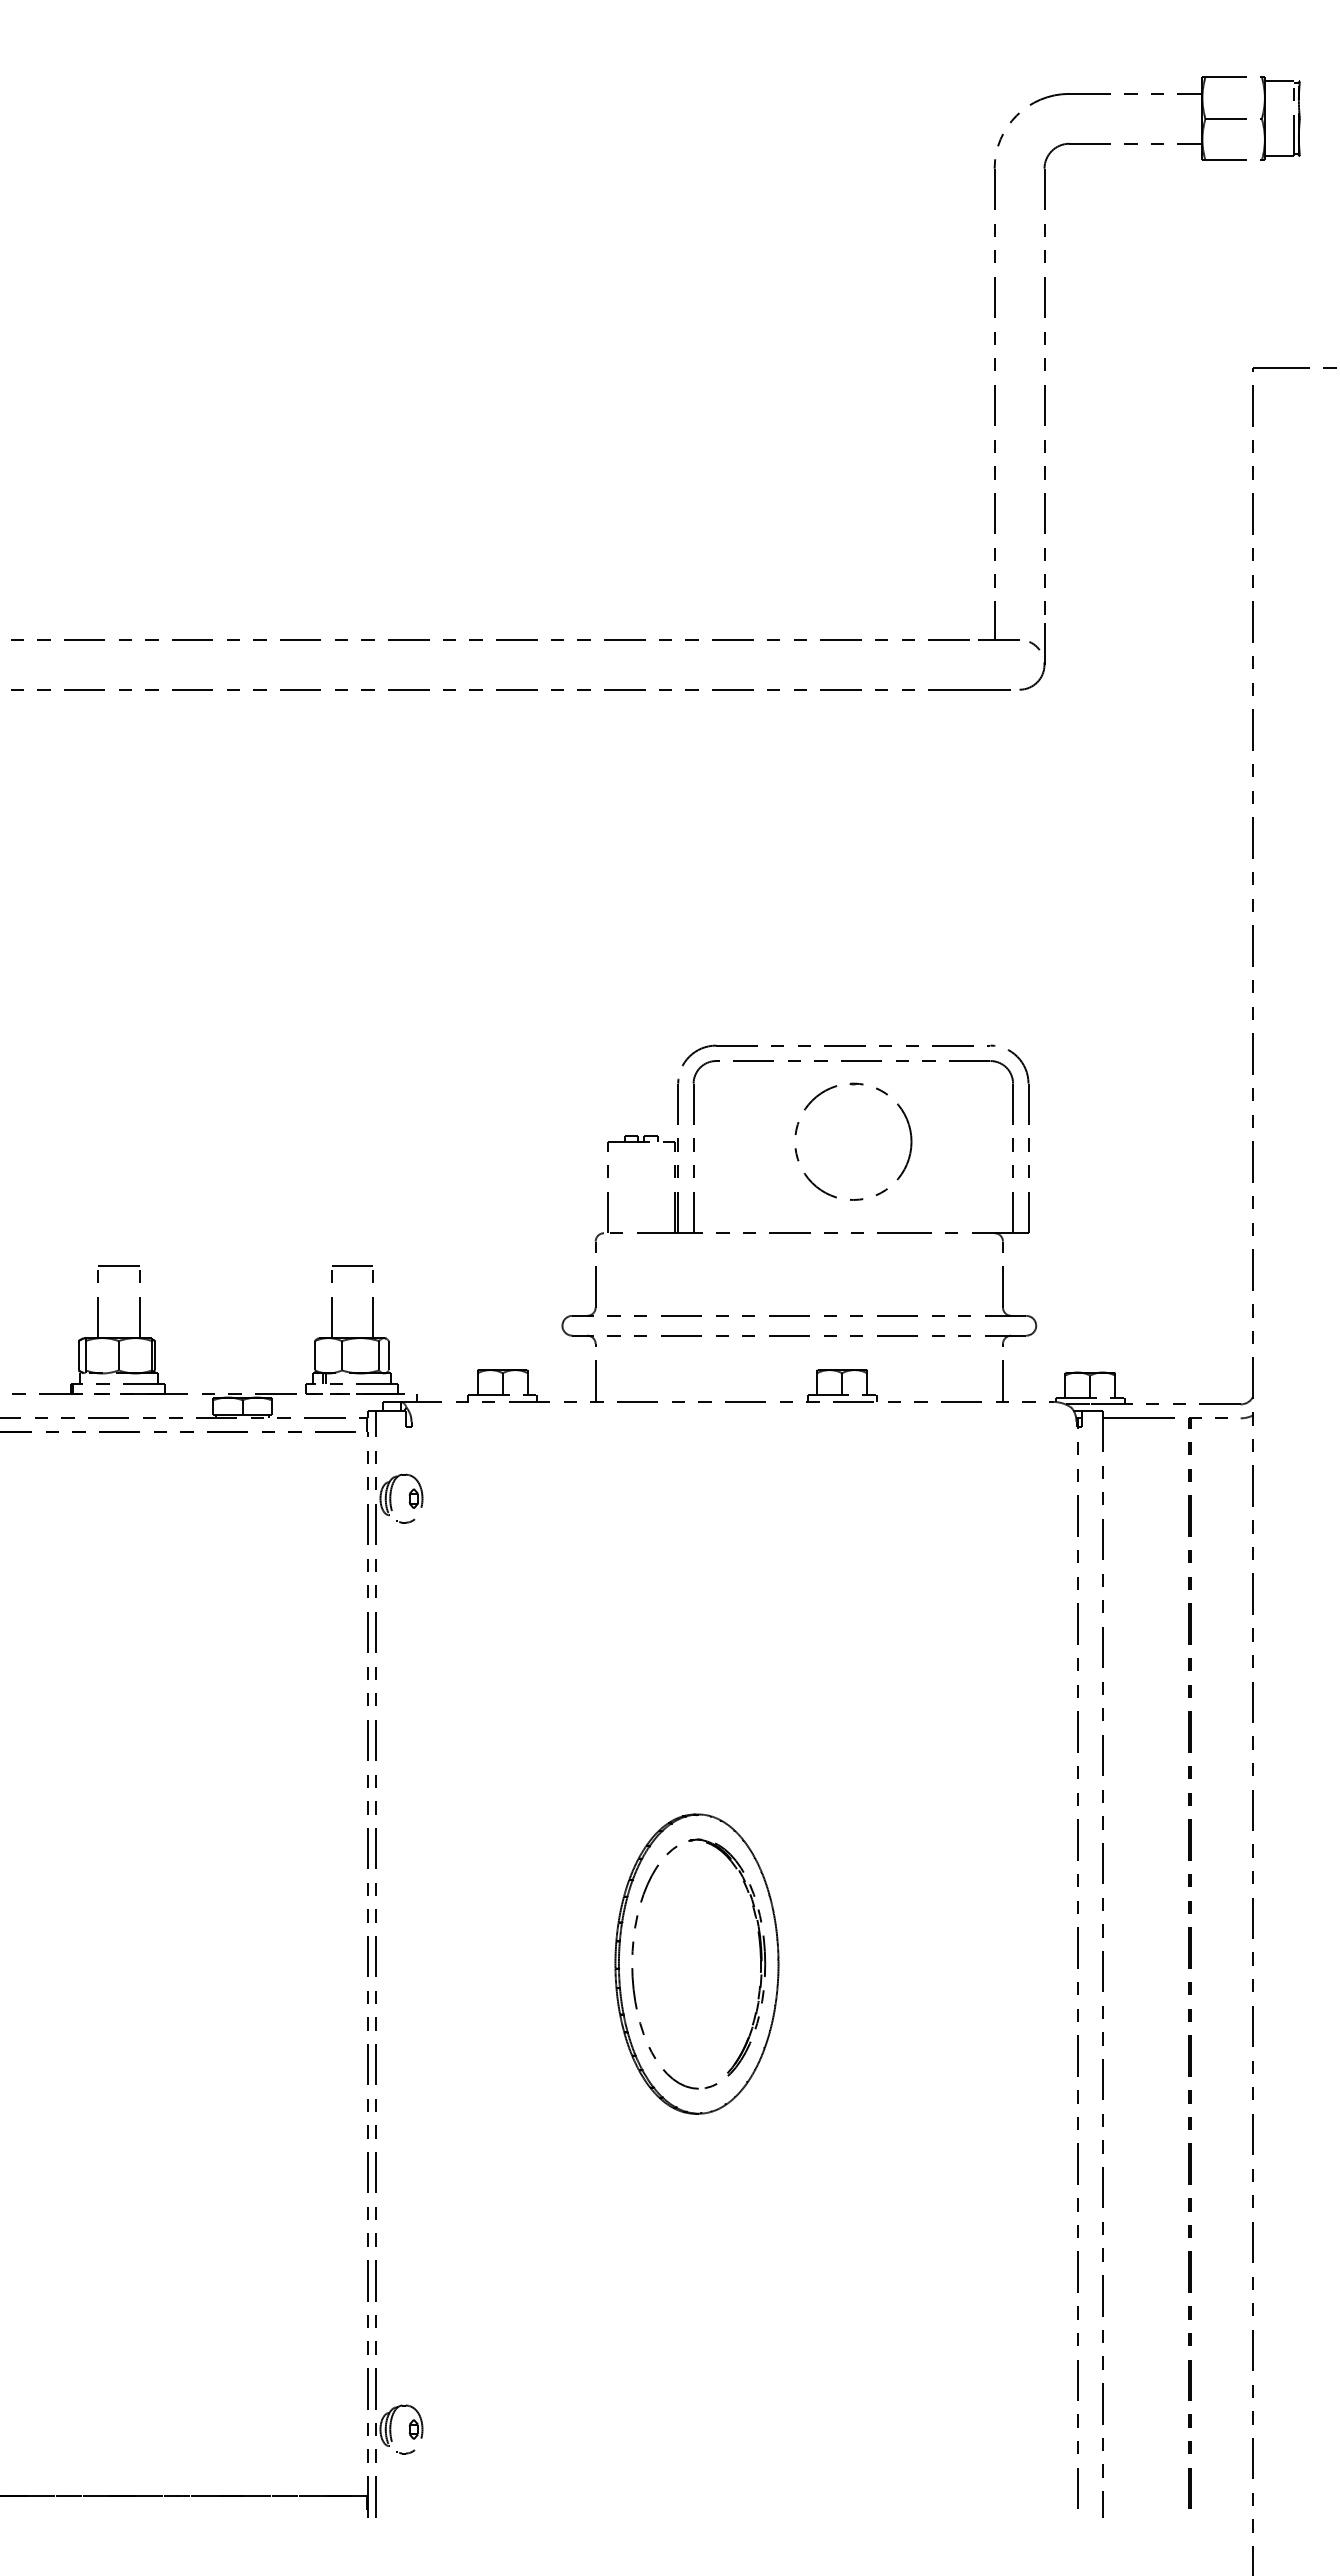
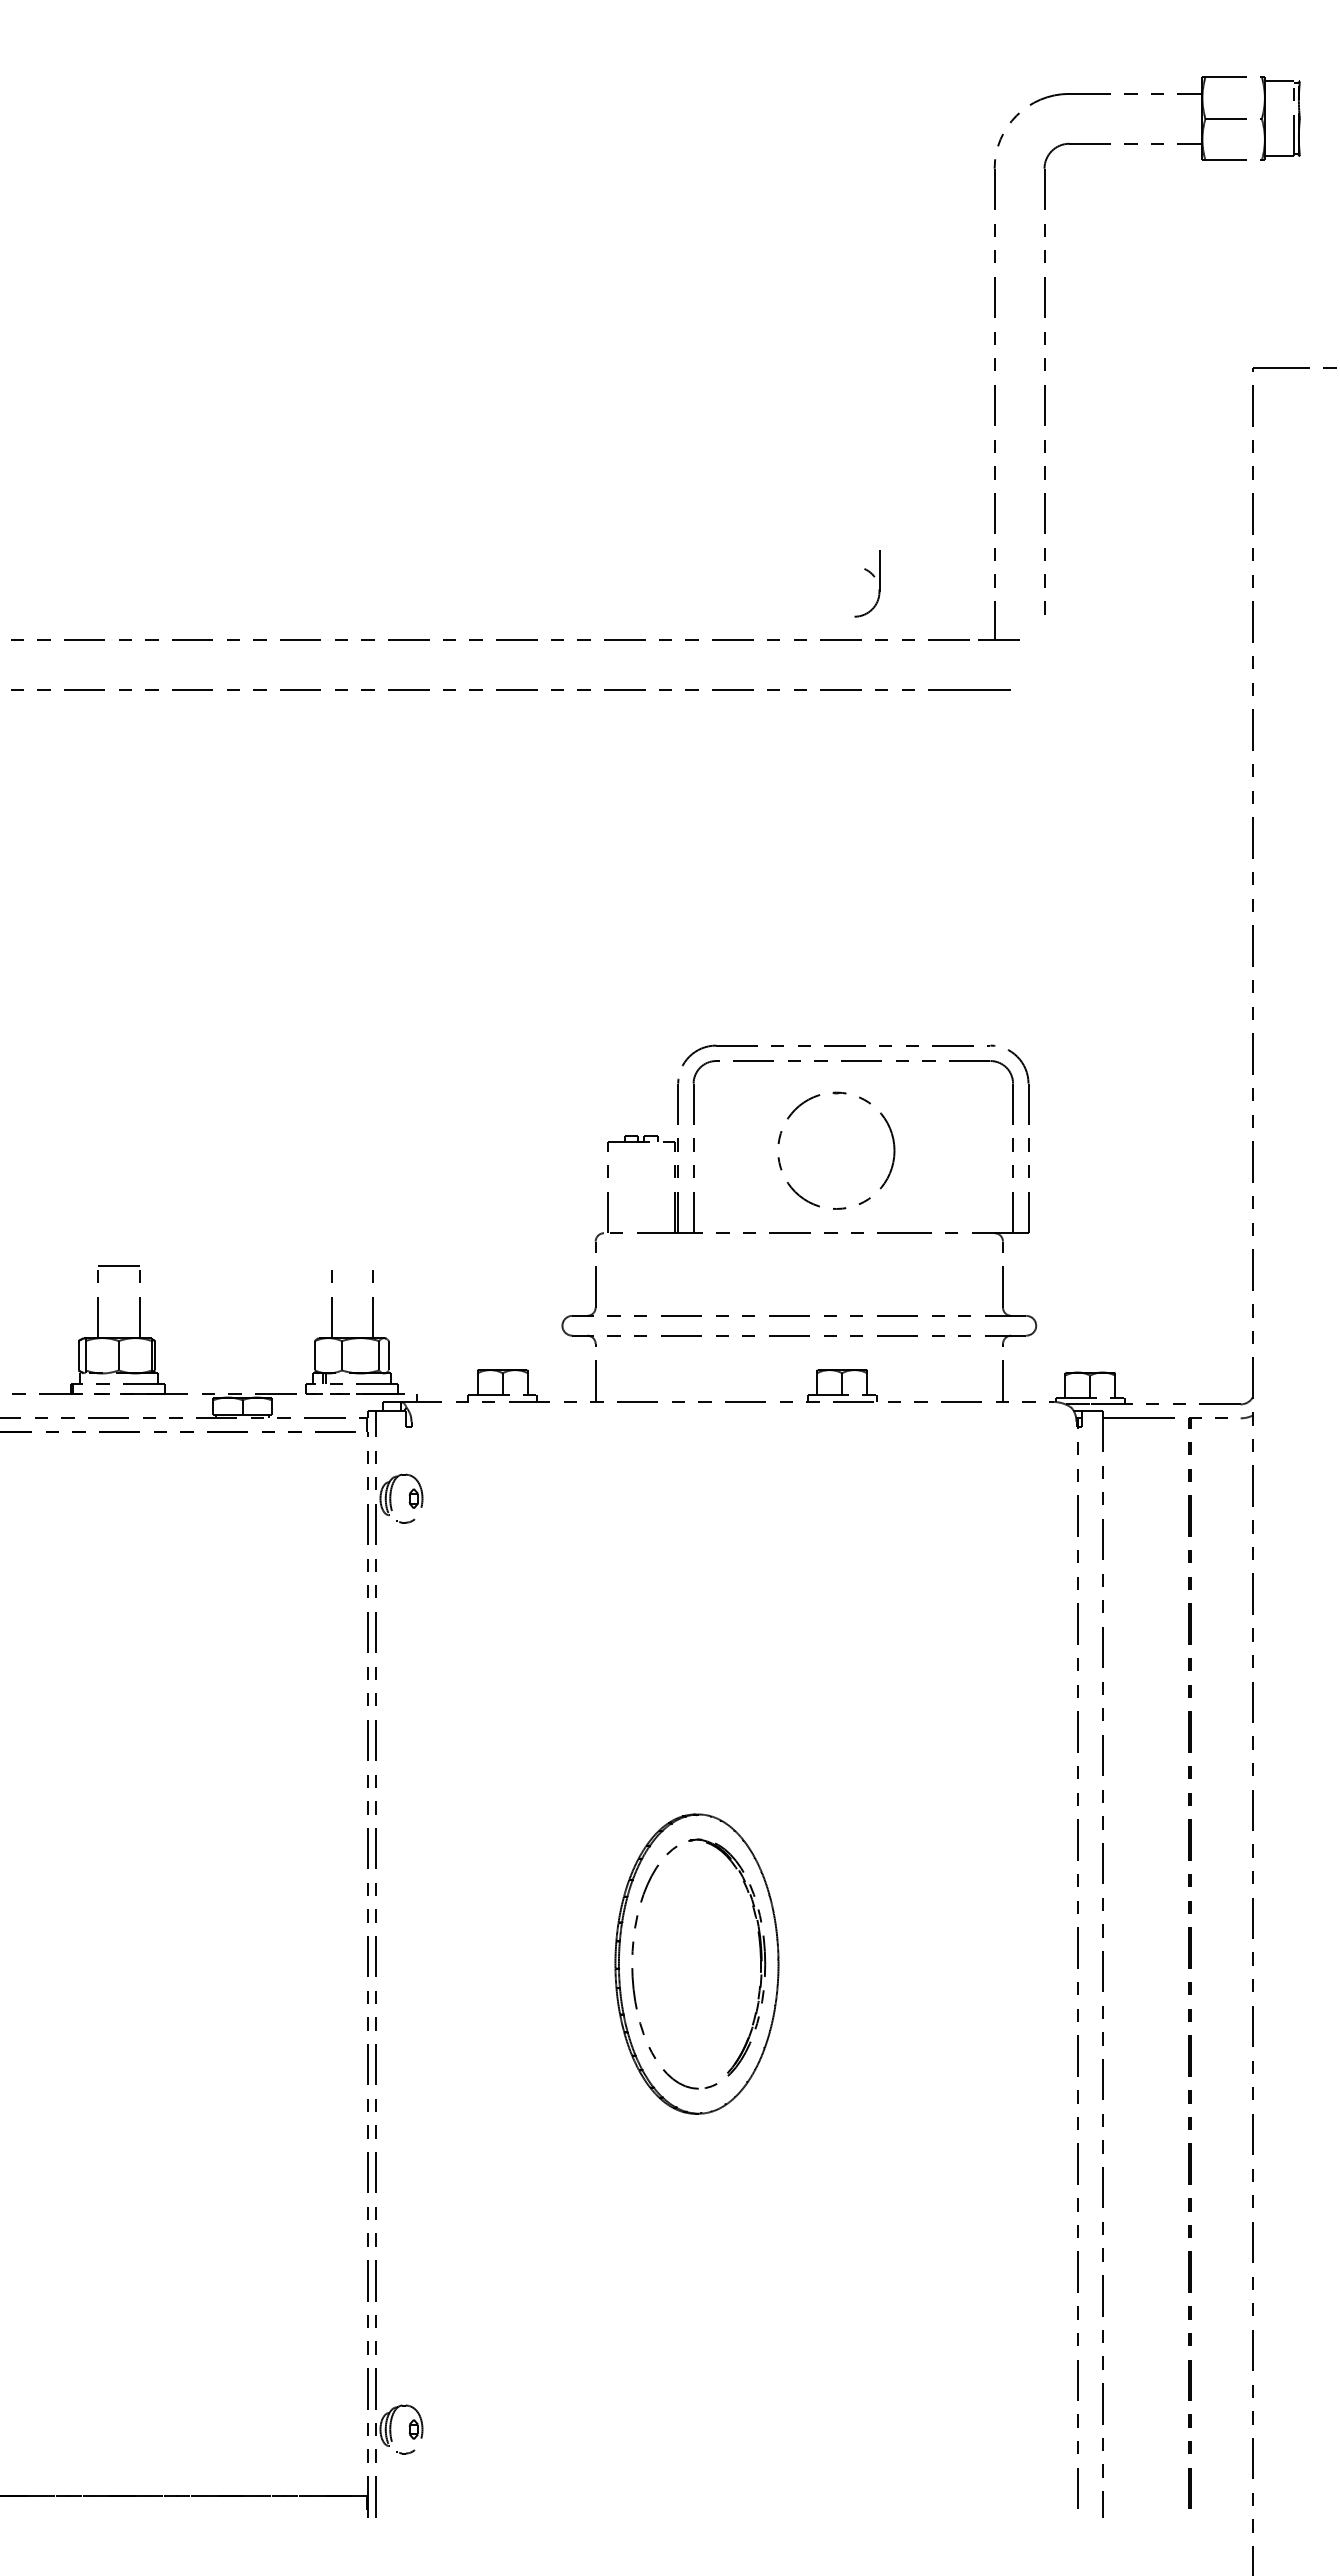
part at (1038, 650) position: (1038, 650) -> (873, 577)
circle at (853, 1141) position: (853, 1141) -> (836, 1150)
line at (352, 1266): present -> none
